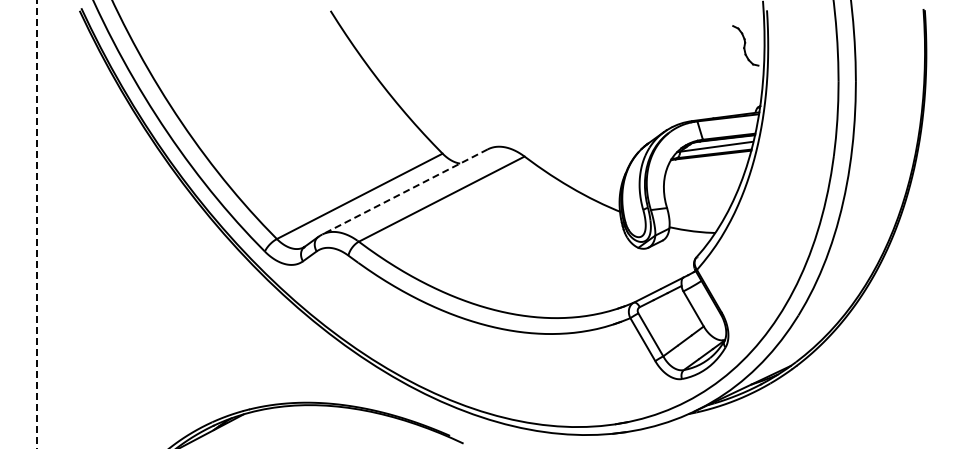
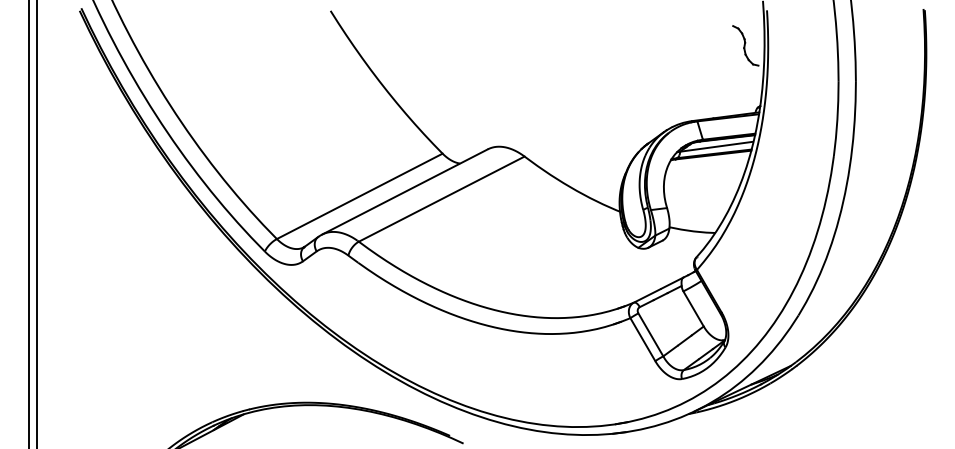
line at (404, 192): dashed -> solid
line at (28, 223): none -> present
line at (37, 223): dashed -> solid
